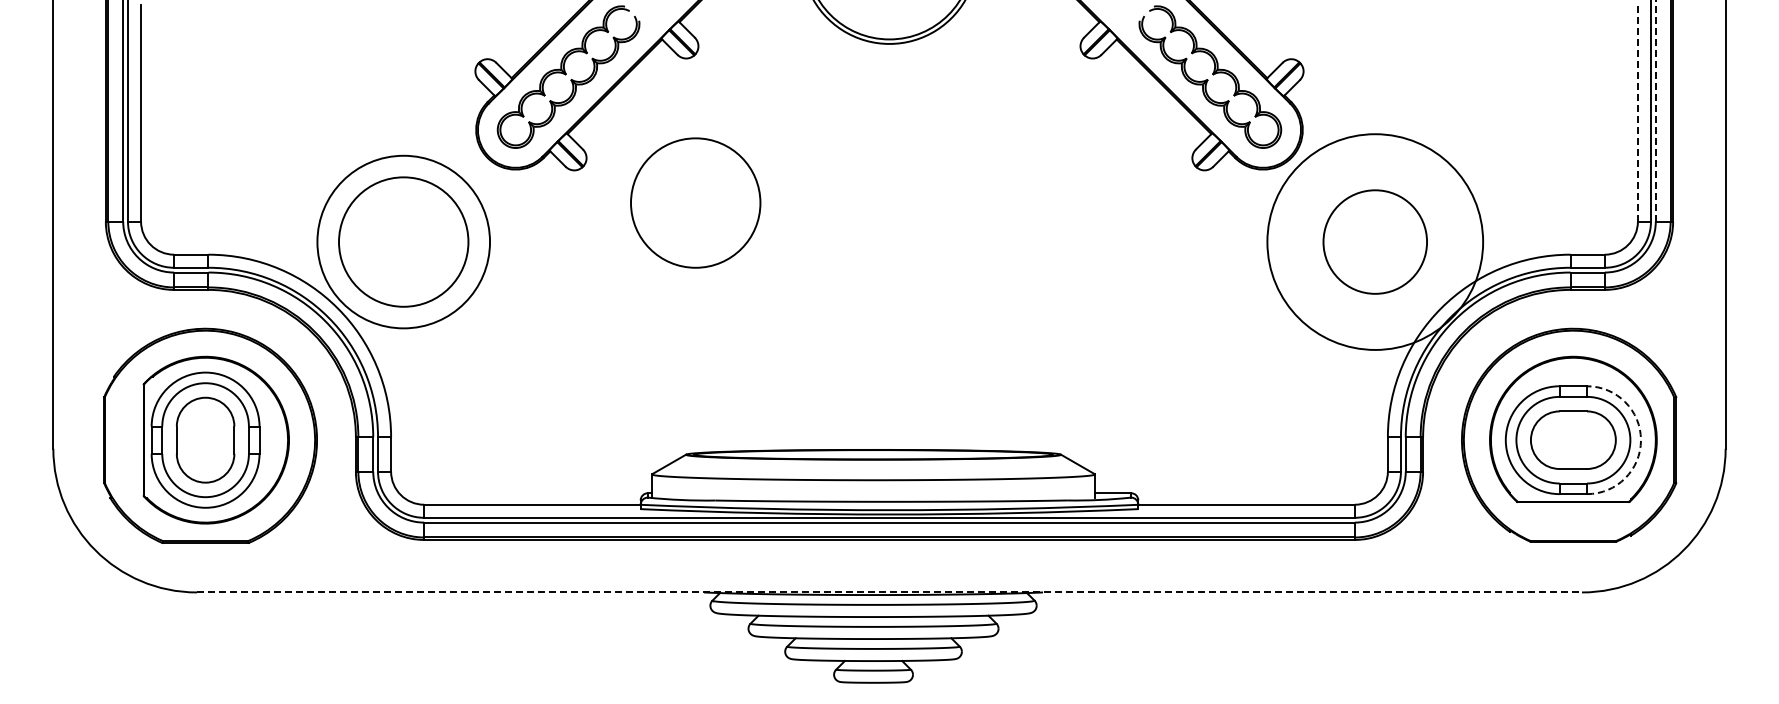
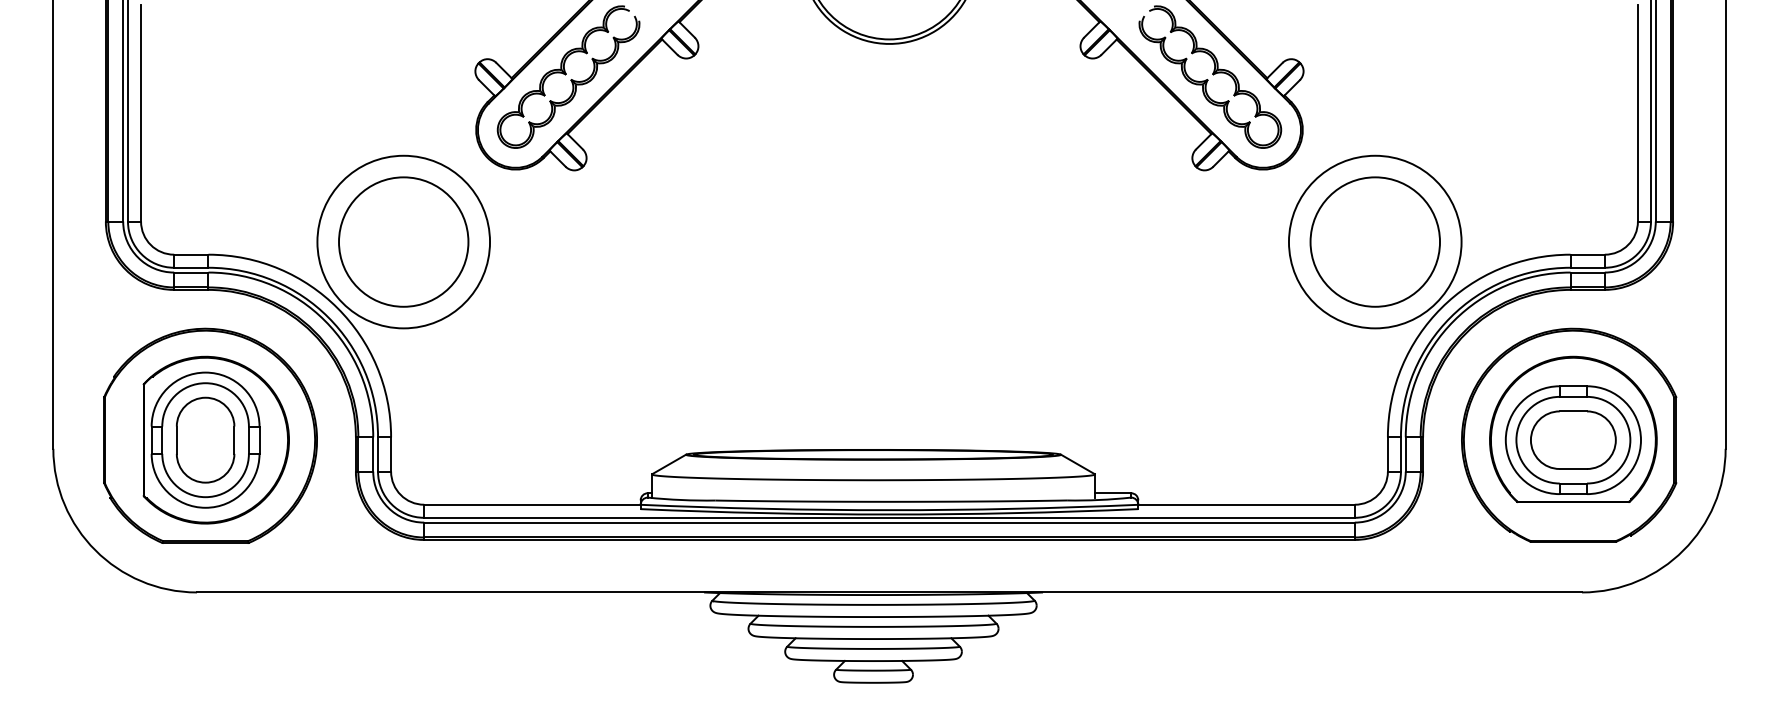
line at (1655, 110): dashed -> solid
line at (1637, 112): dashed -> solid
circle at (695, 202): present -> none
circle at (1375, 241) diameter: 104 px -> 129 px
circle at (1375, 241) diameter: 216 px -> 173 px
arc at (1640, 440): dashed -> solid
line at (889, 592): dashed -> solid
